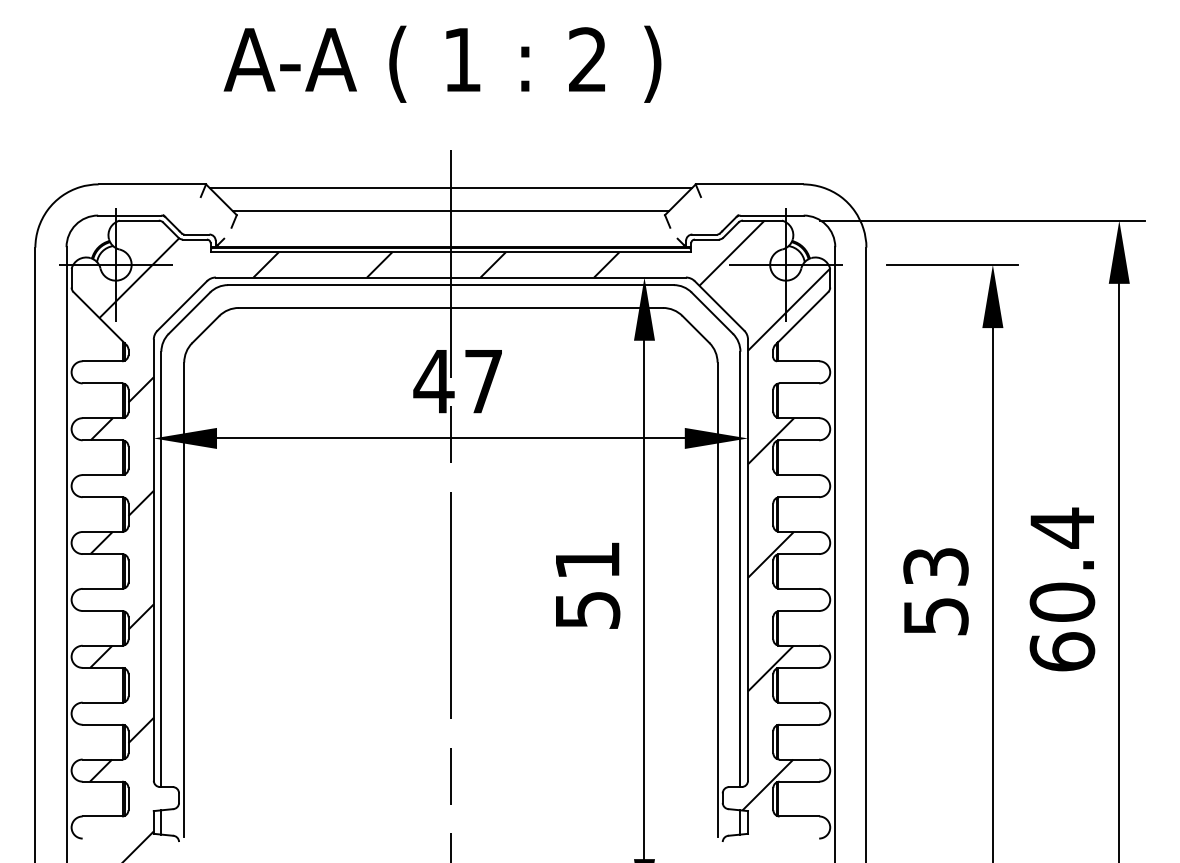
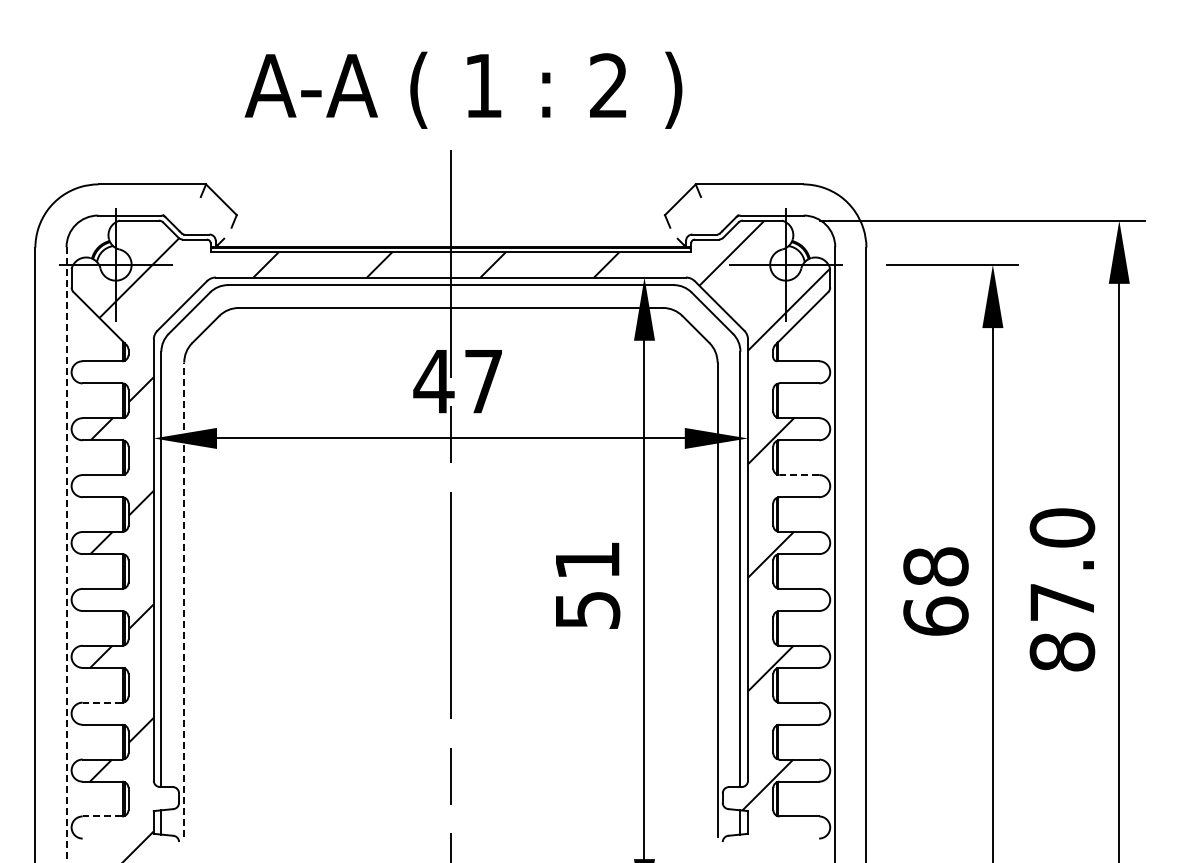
text at (442, 63) position: (442, 63) -> (463, 89)
line at (450, 188): present -> none
line at (450, 211): present -> none
line at (799, 475): solid -> dashed
line at (66, 554): solid -> dashed
text at (1062, 589): 60.4 -> 87.0
text at (935, 591): 53 -> 68
line at (184, 599): solid -> dashed
line at (102, 702): solid -> dashed
line at (102, 816): solid -> dashed
